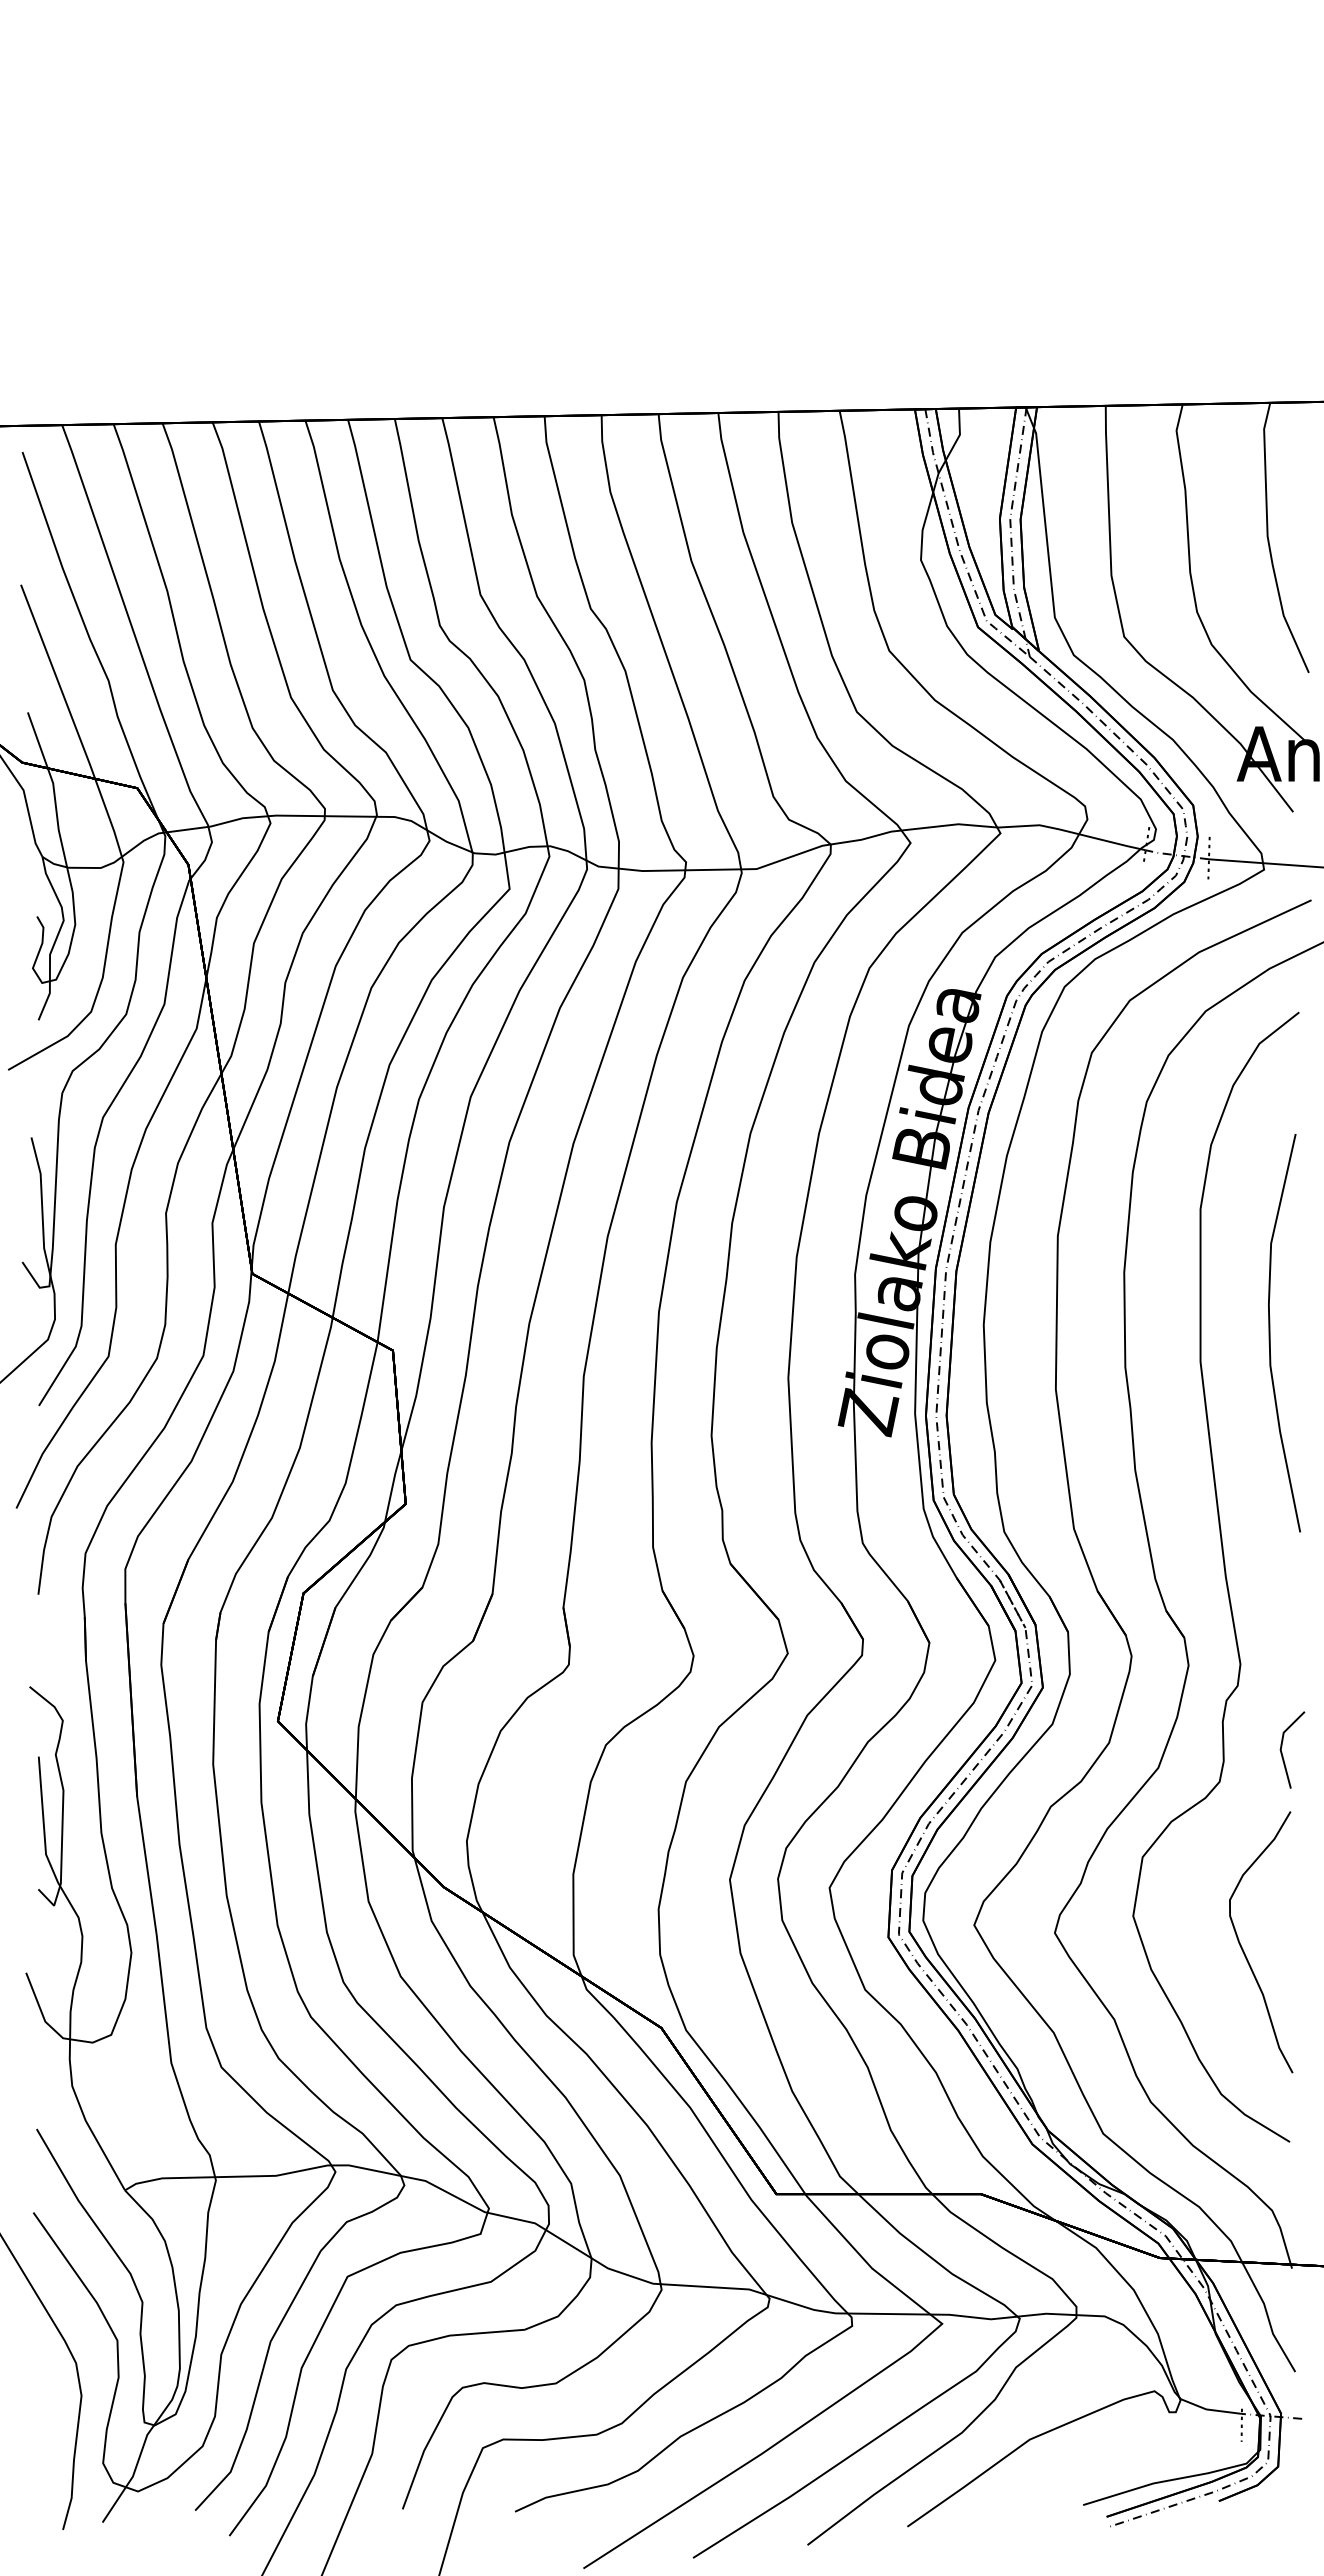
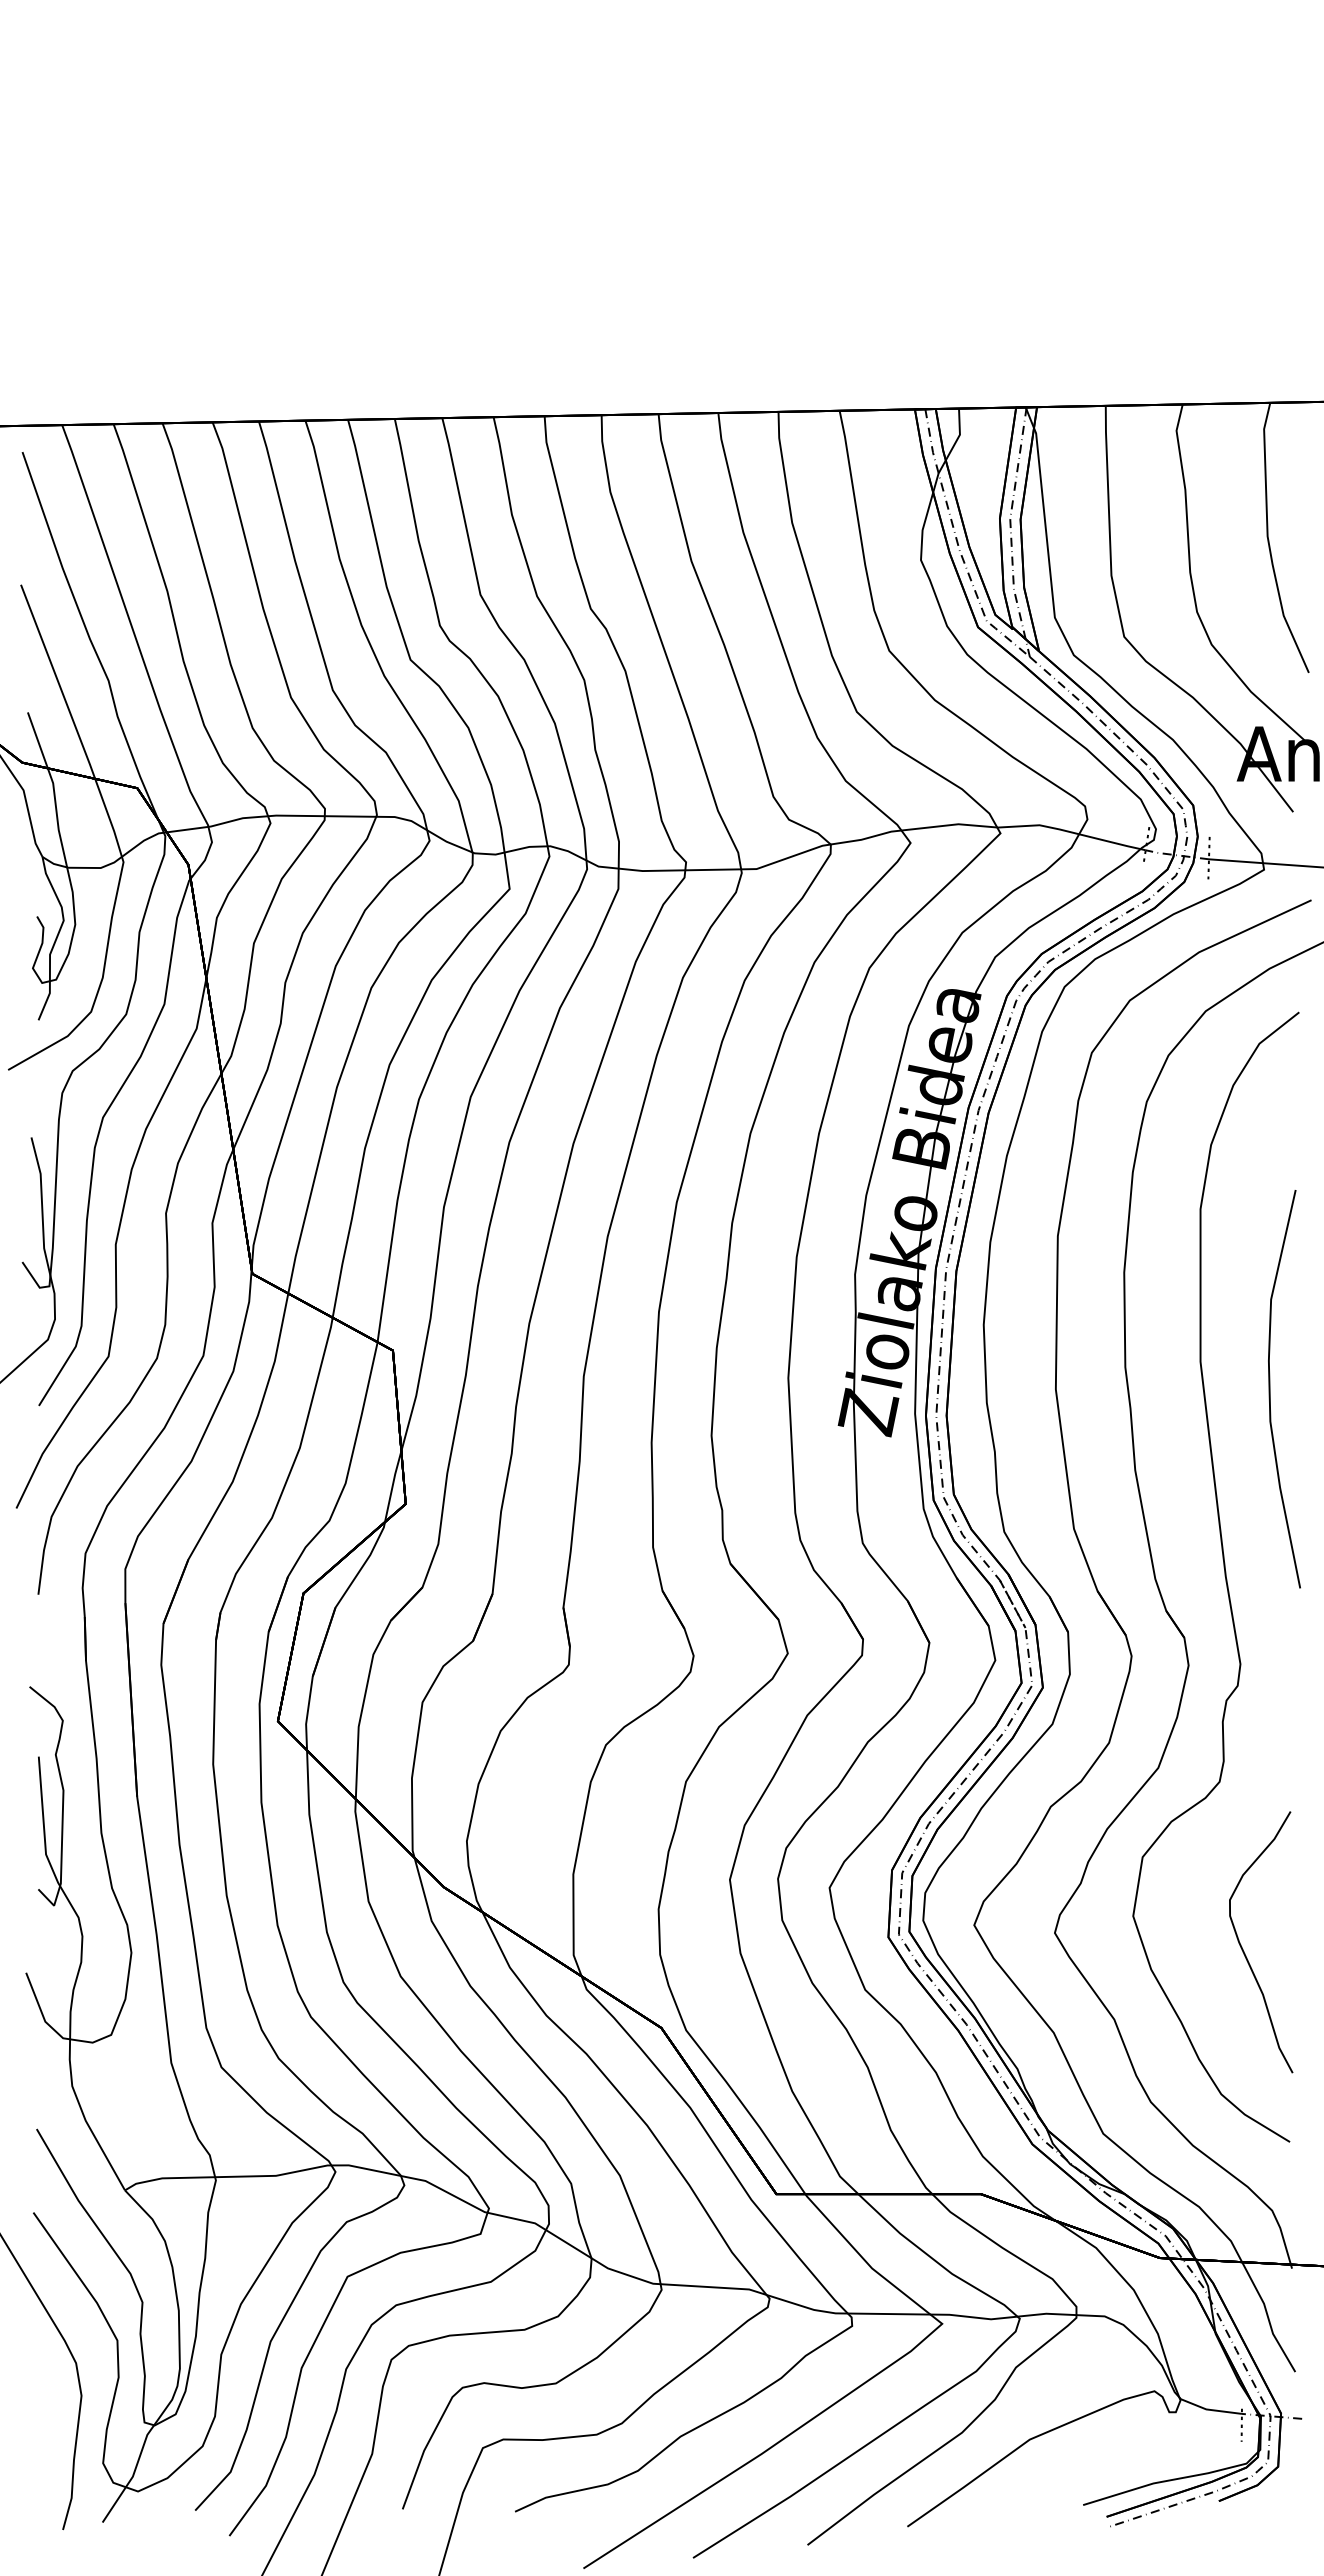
curve at (1270, 1333) position: (1270, 1333) -> (1270, 1389)
line at (1282, 1746): present -> none
